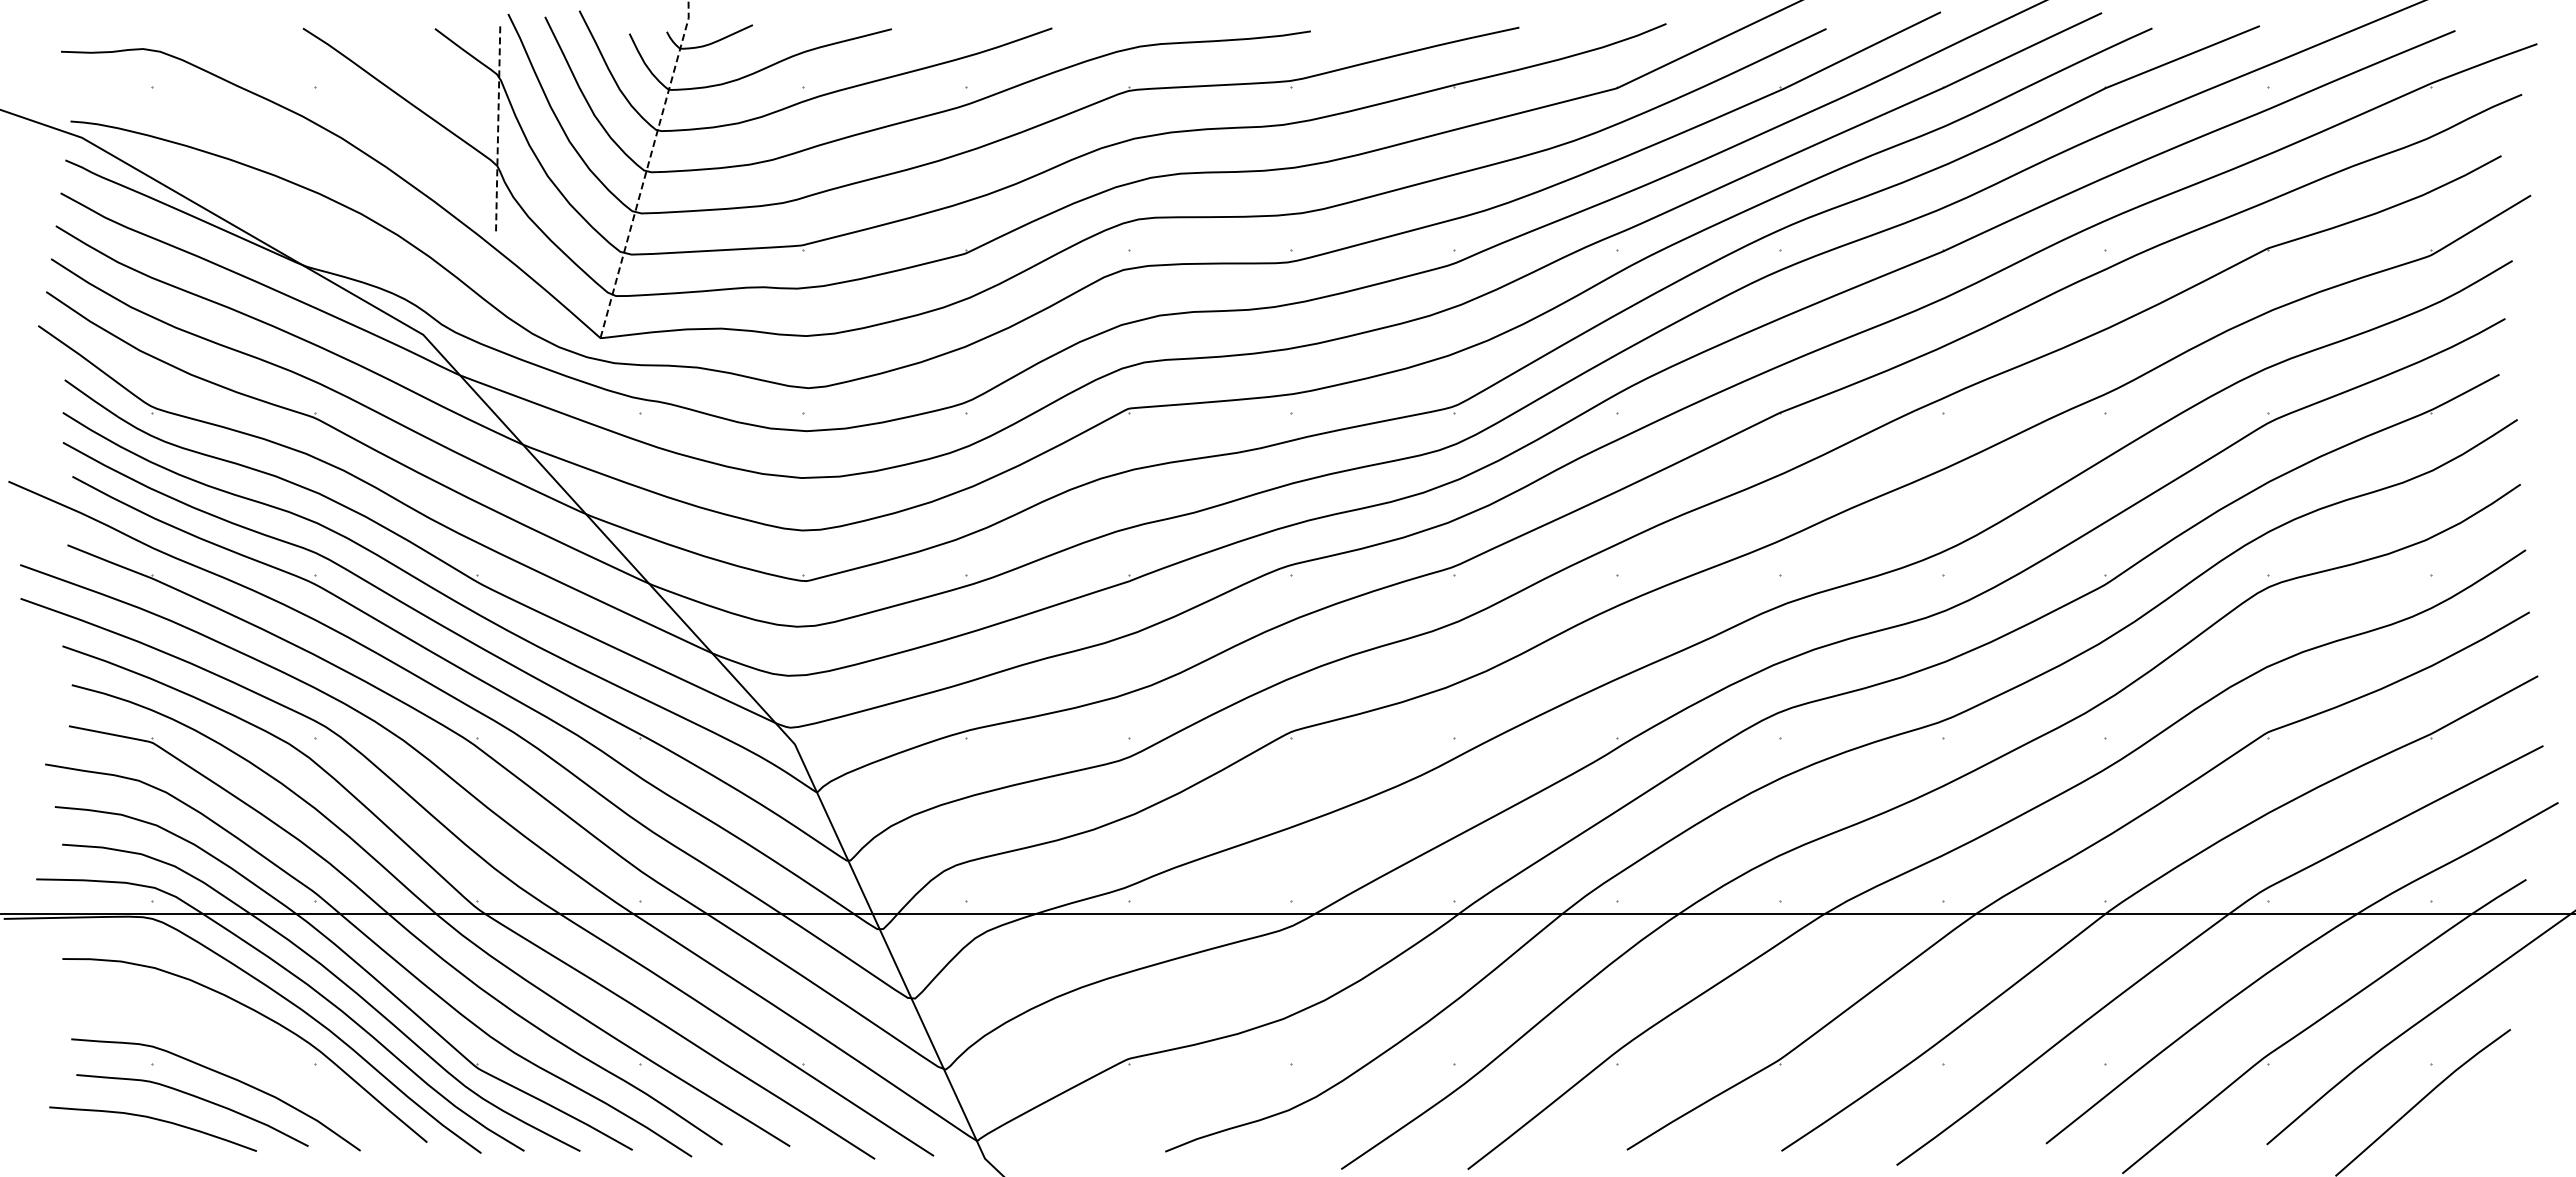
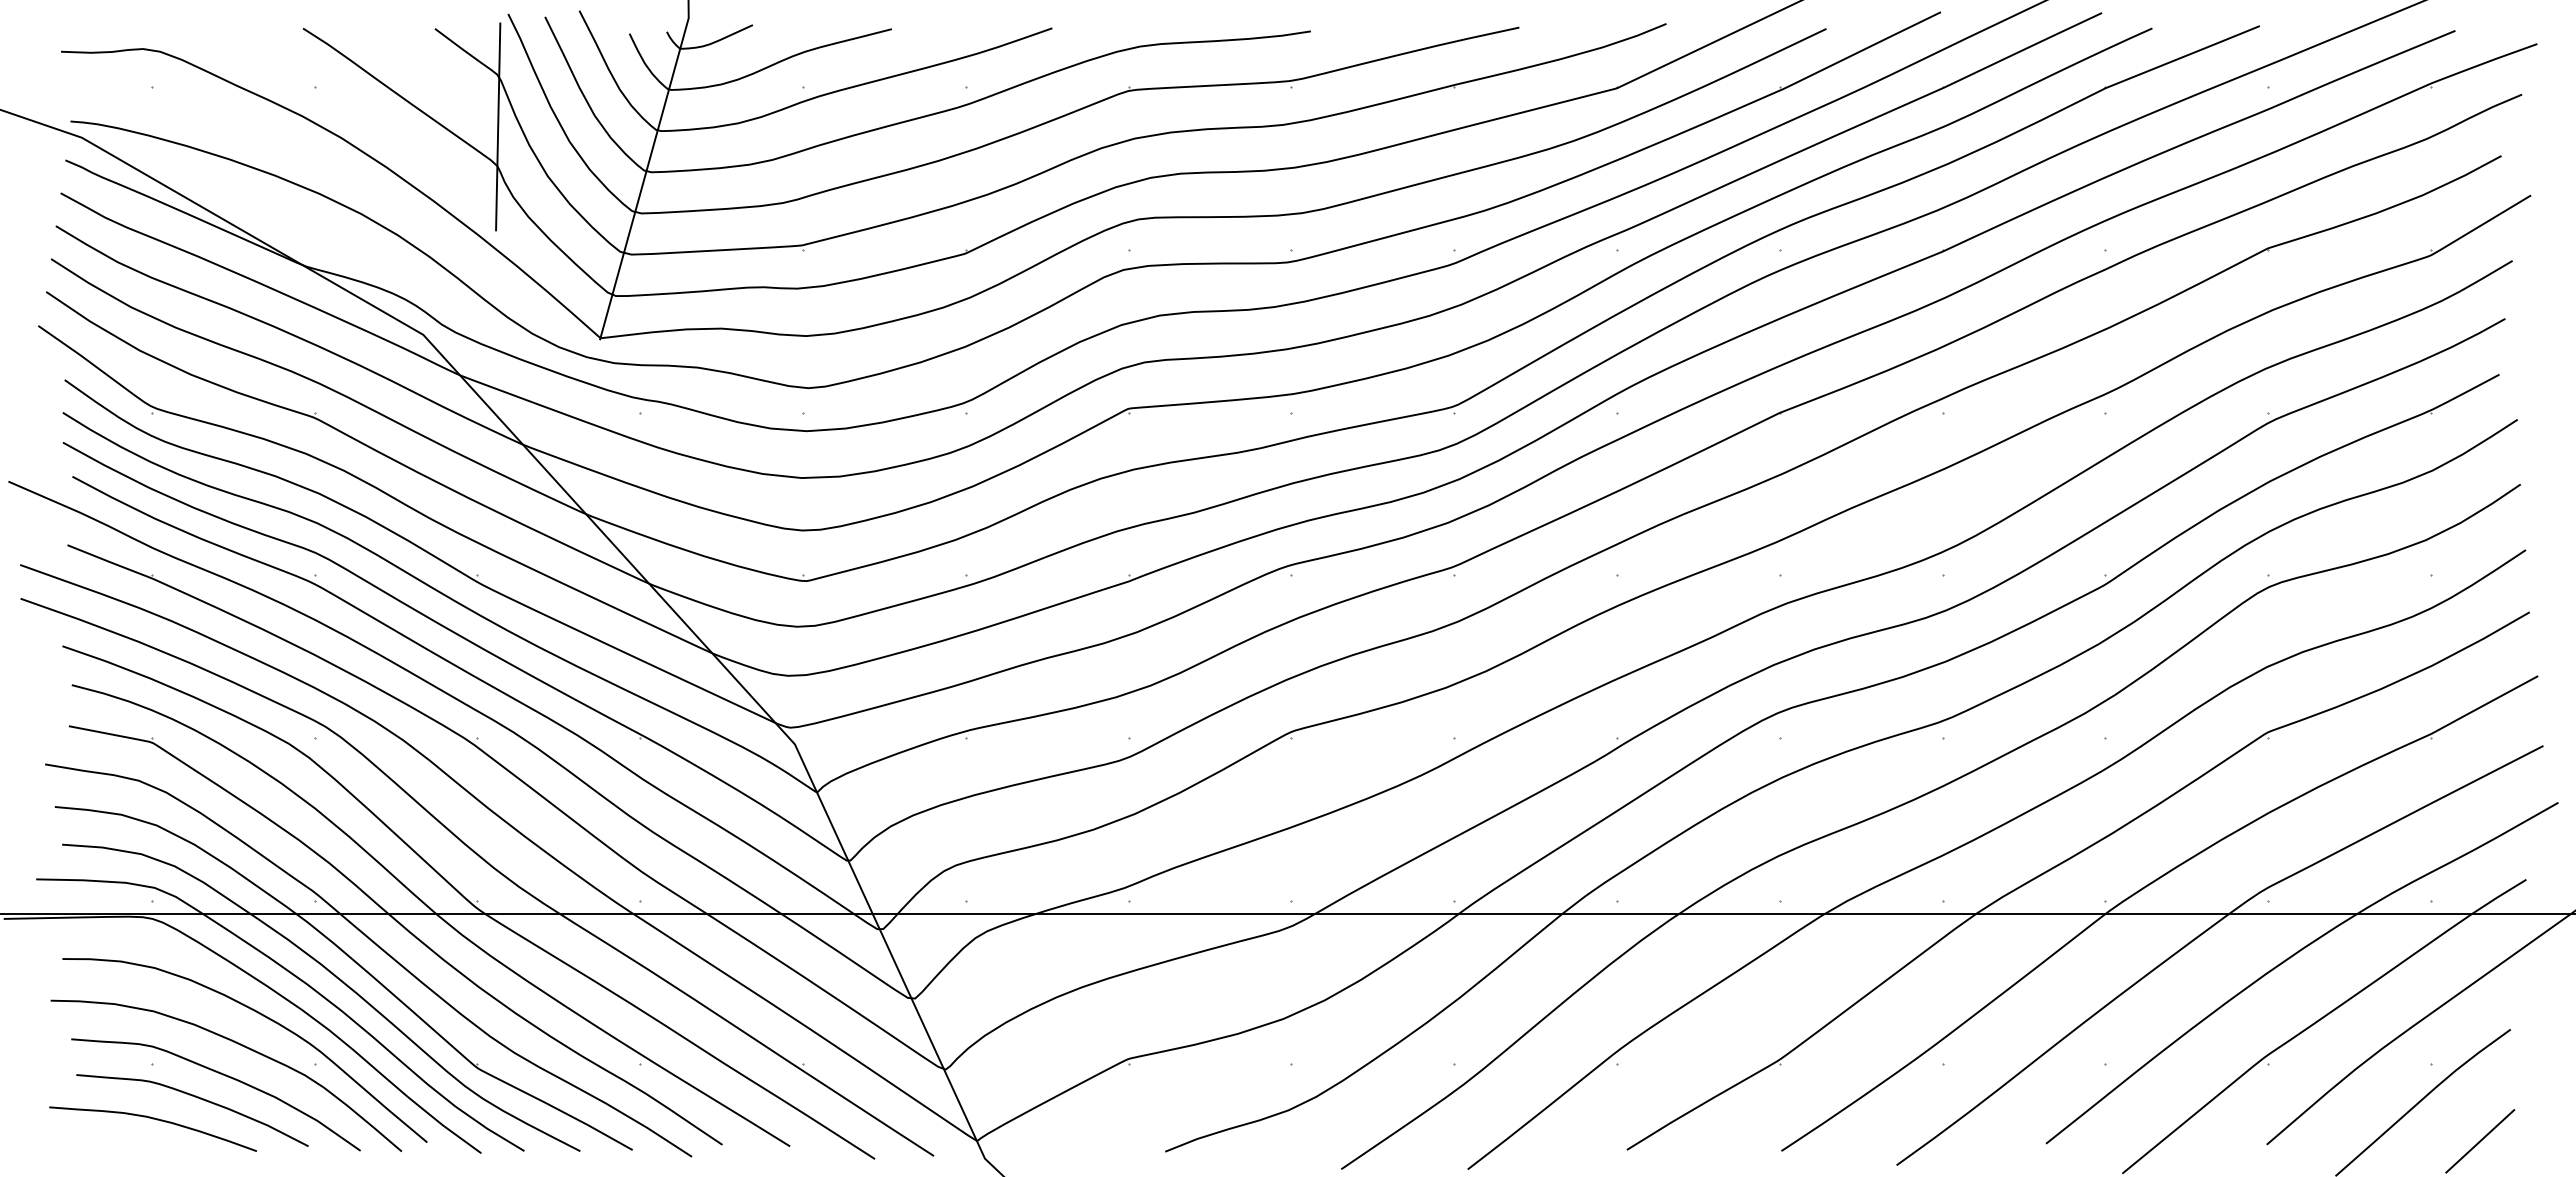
line at (498, 126): dashed -> solid
line at (646, 170): dashed -> solid
curve at (237, 1044): none -> present
line at (2480, 1141): none -> present
